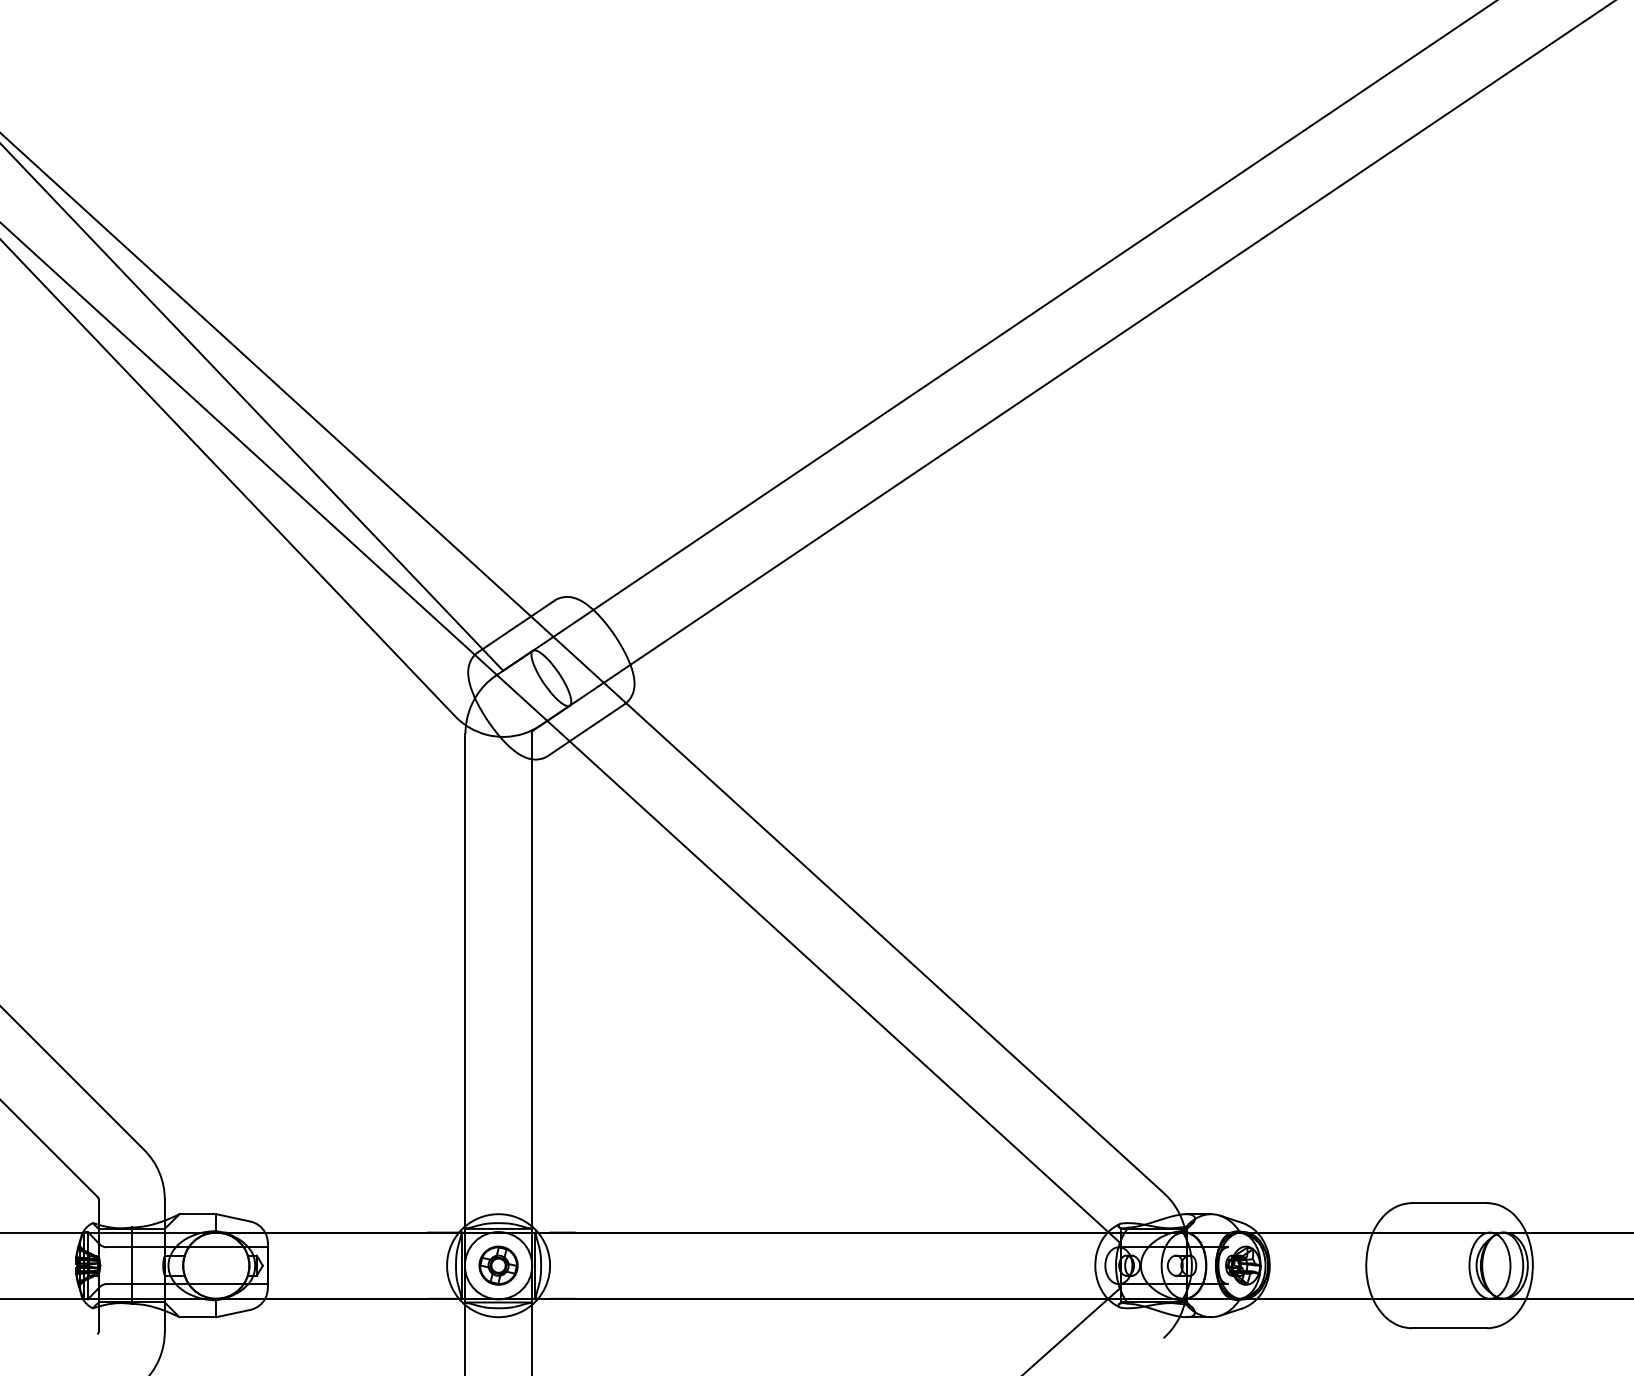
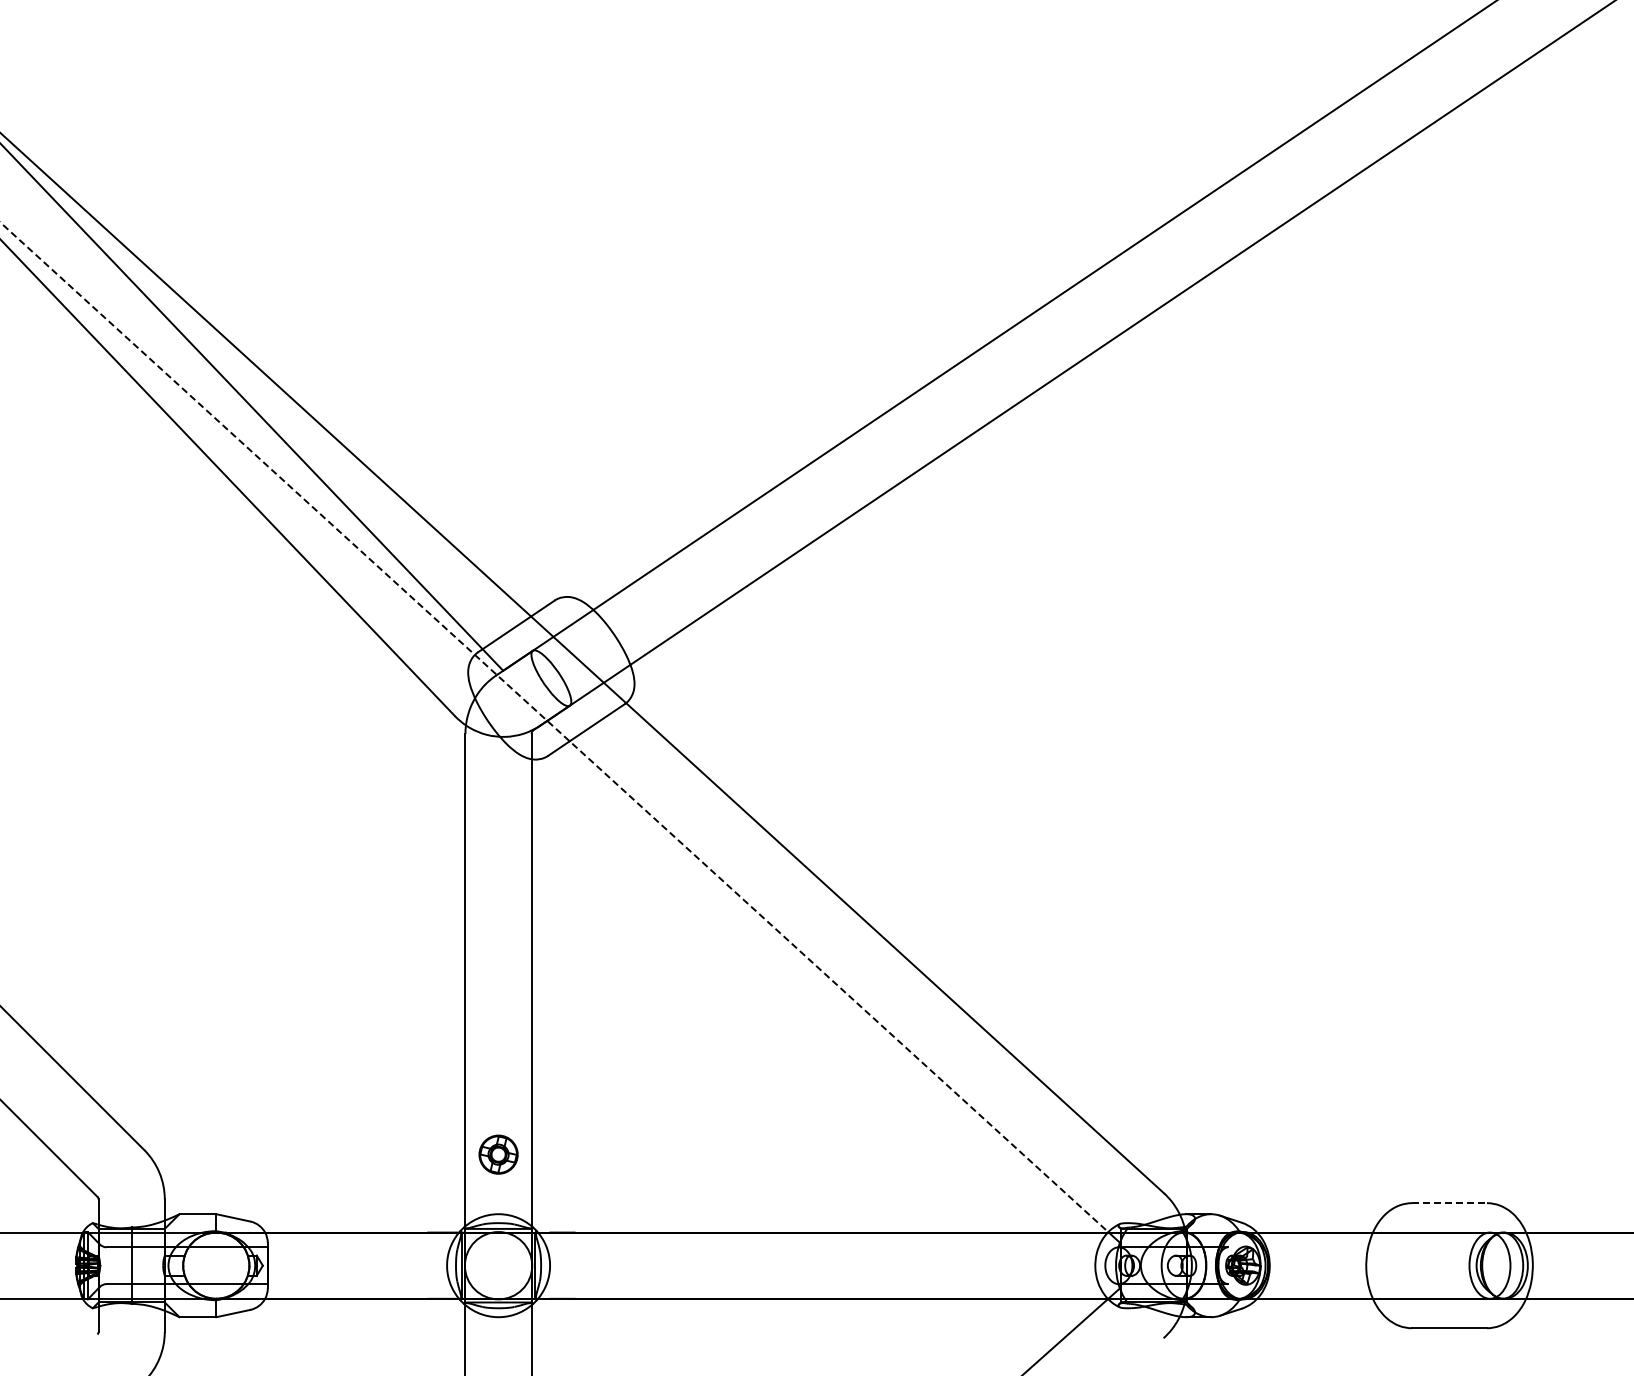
line at (554, 727): solid -> dashed
line at (1450, 1203): solid -> dashed
part at (498, 1265) position: (498, 1265) -> (498, 1154)
